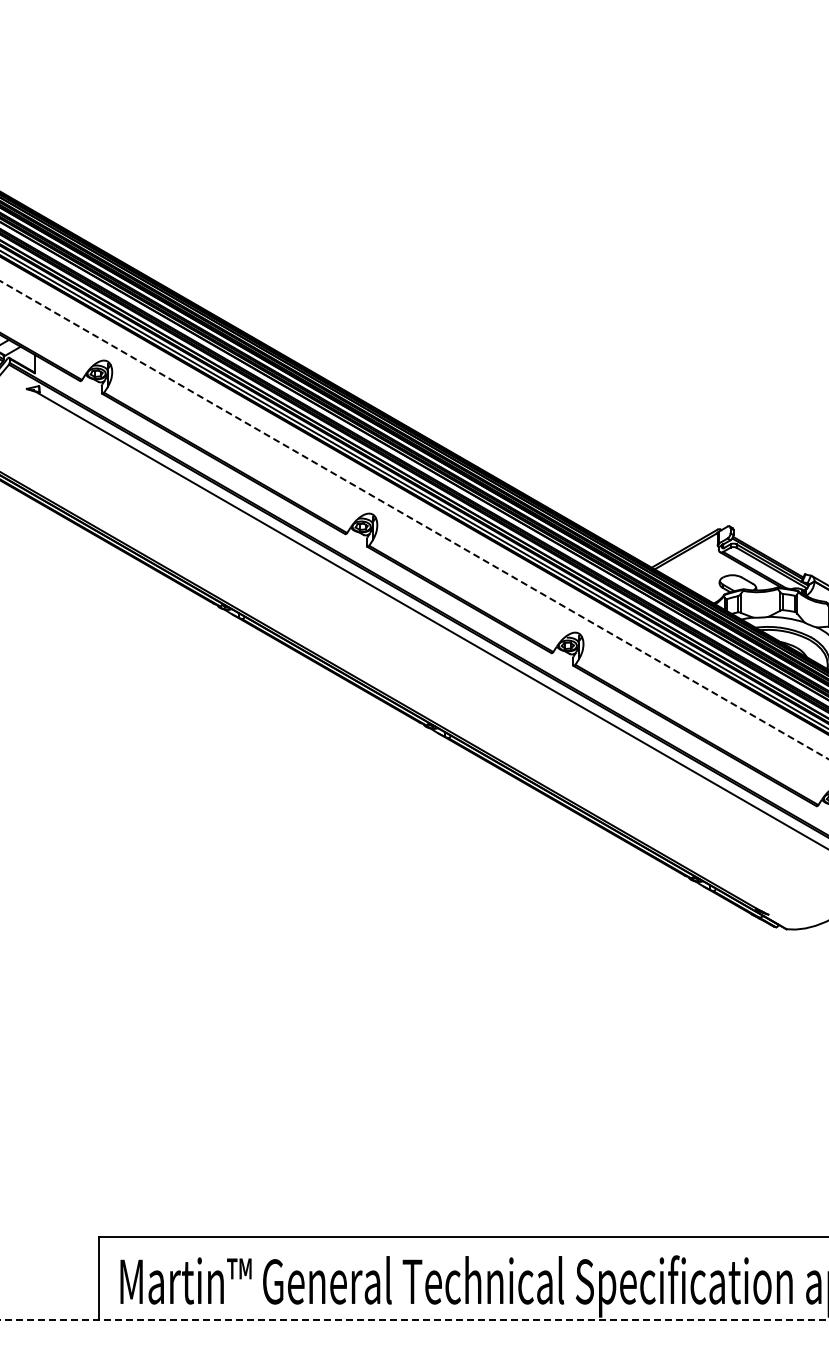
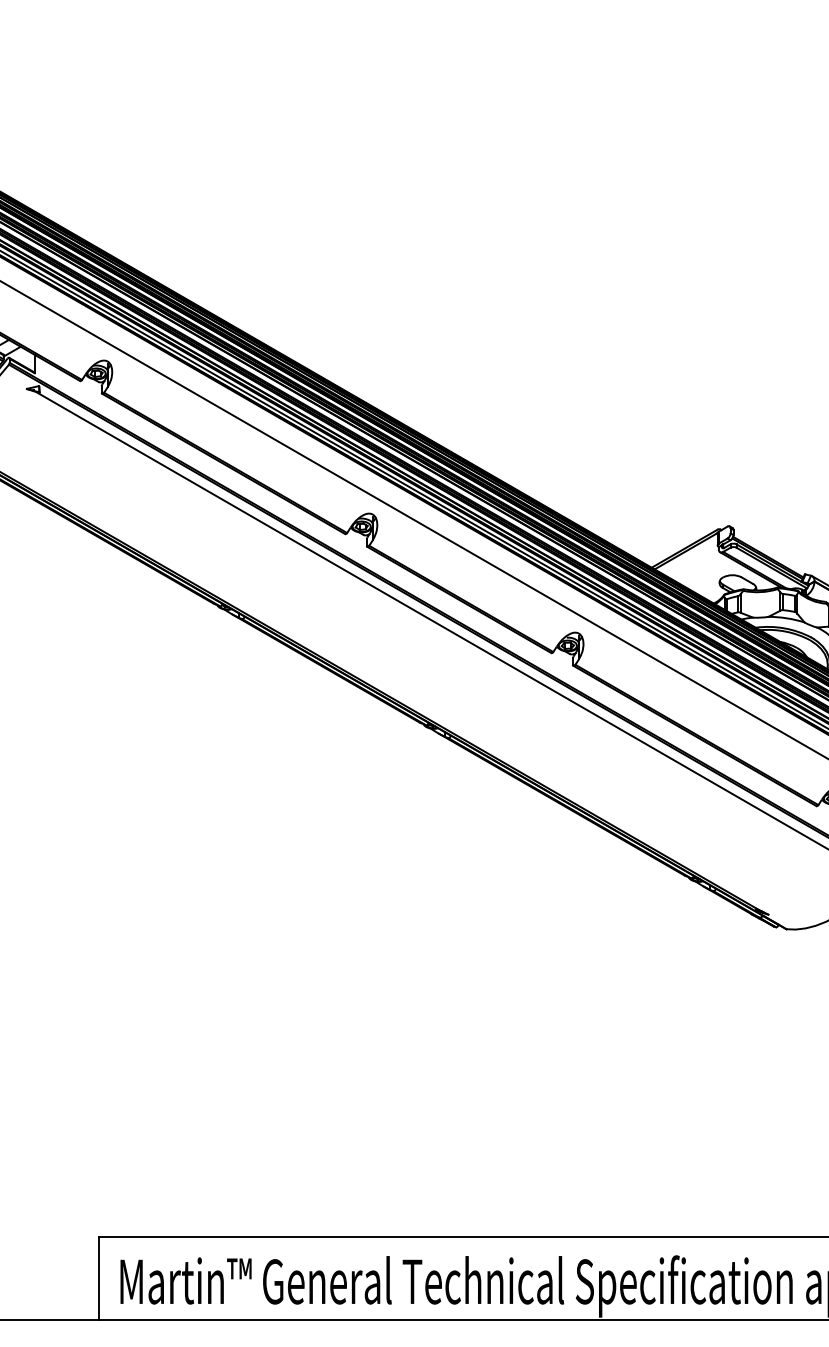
line at (414, 520): dashed -> solid
line at (415, 1319): dashed -> solid
